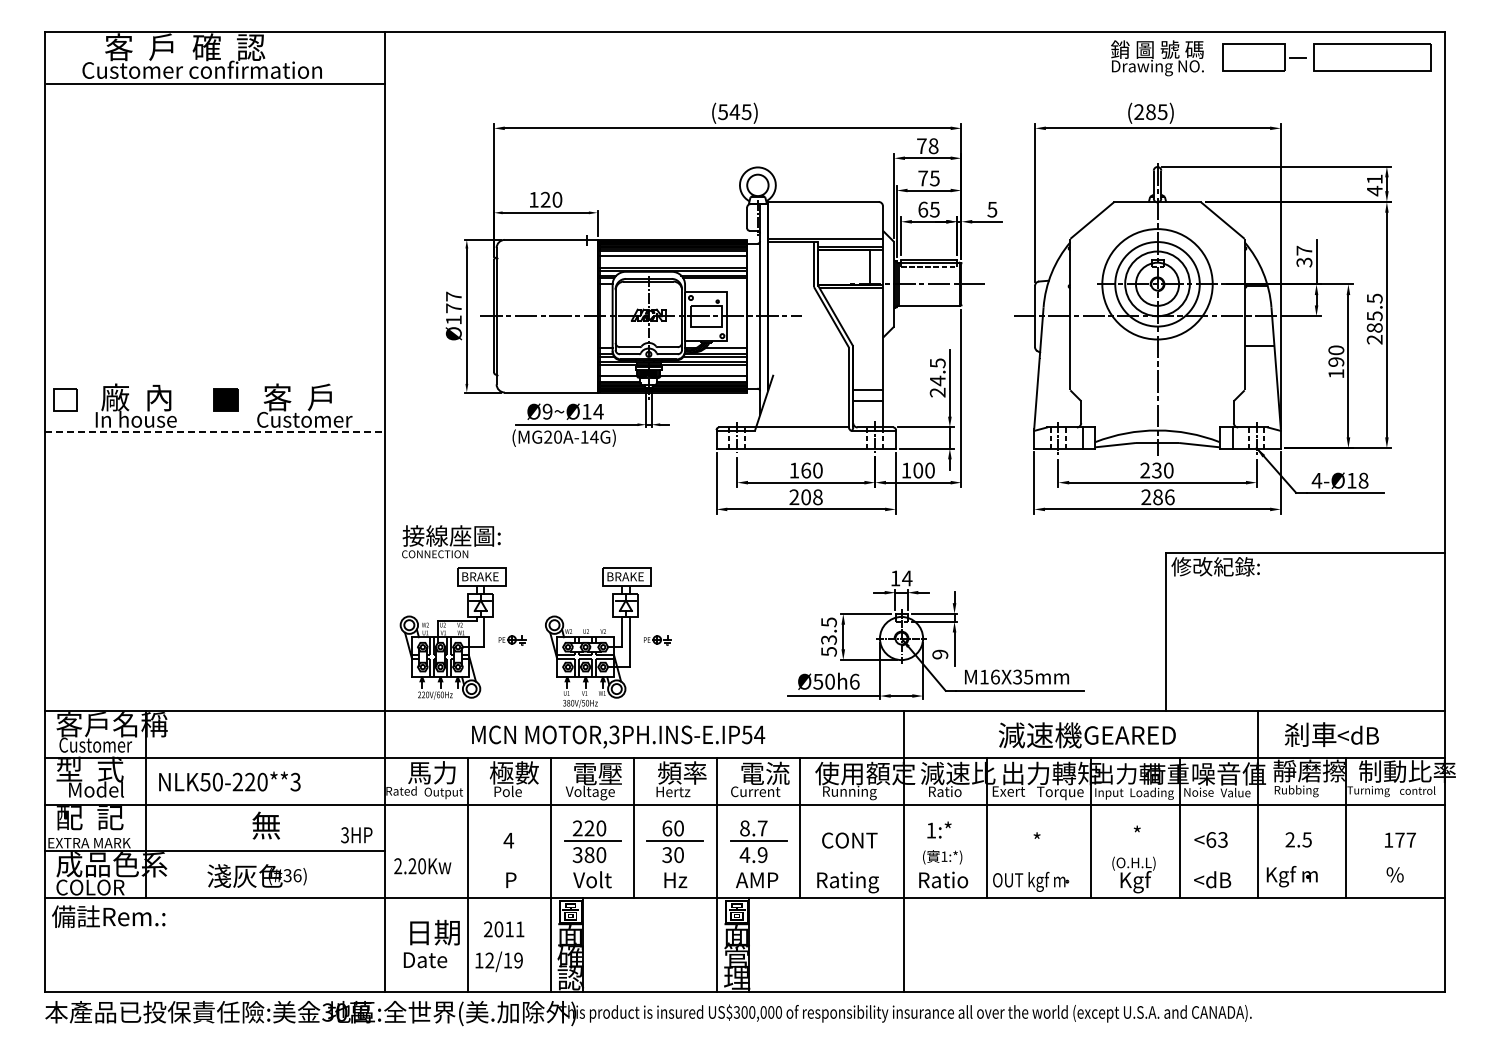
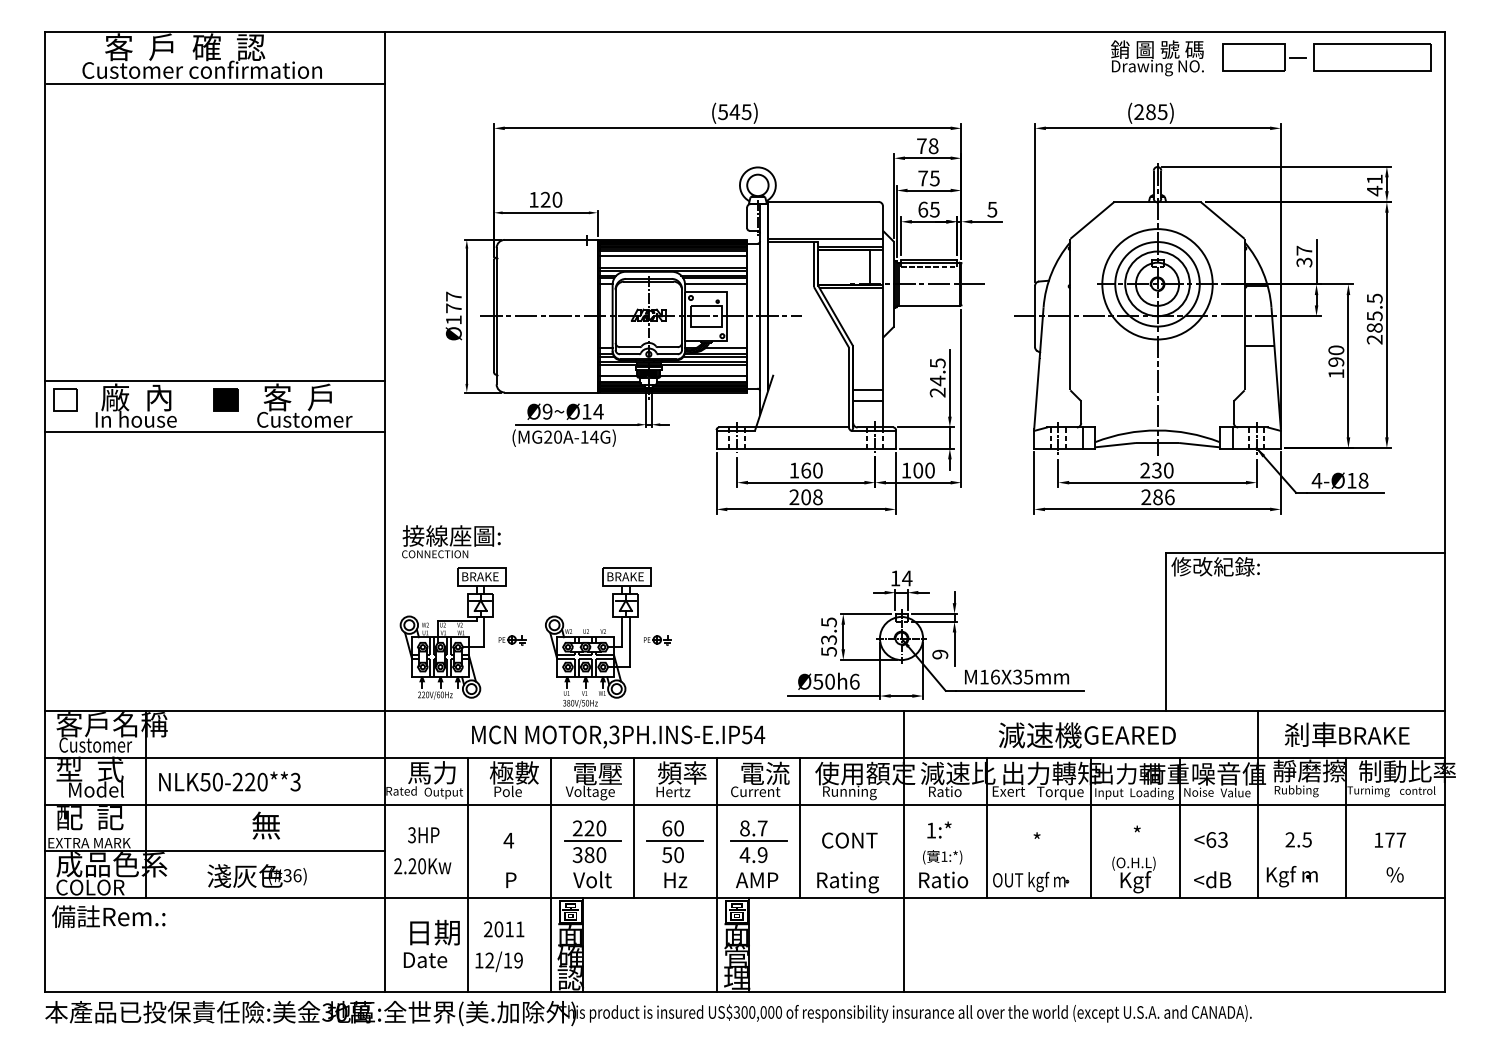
line at (715, 284): none -> present
line at (214, 380): none -> present
line at (214, 432): dashed -> solid
text at (1373, 734): <dB -> BRAKE
text at (356, 835) position: (356, 835) -> (423, 835)
text at (1400, 839) position: (1400, 839) -> (1390, 839)
text at (666, 854): 30 -> 50
